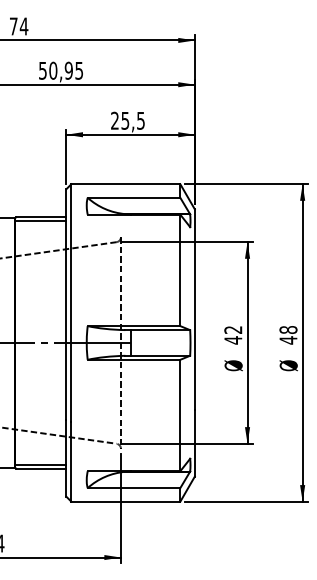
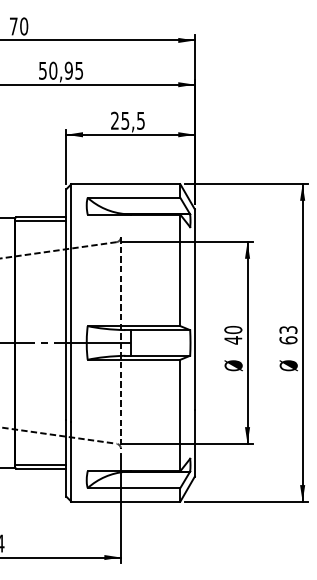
text at (23, 26): 74 -> 70
text at (233, 330): 42 -> 40
text at (288, 335): 48 -> 63
